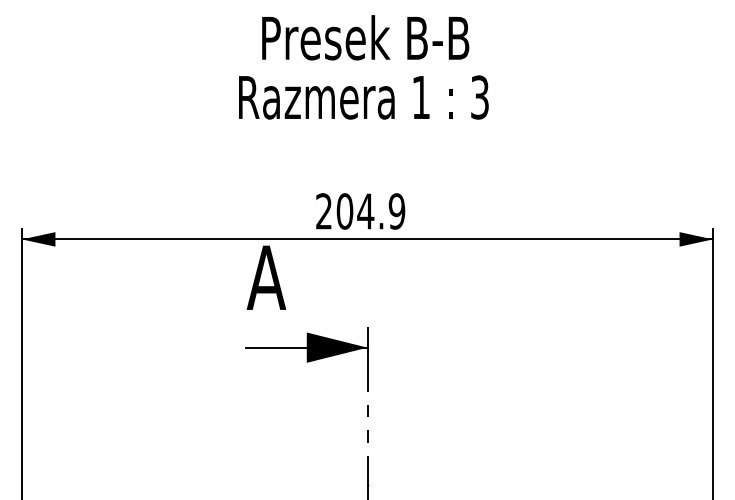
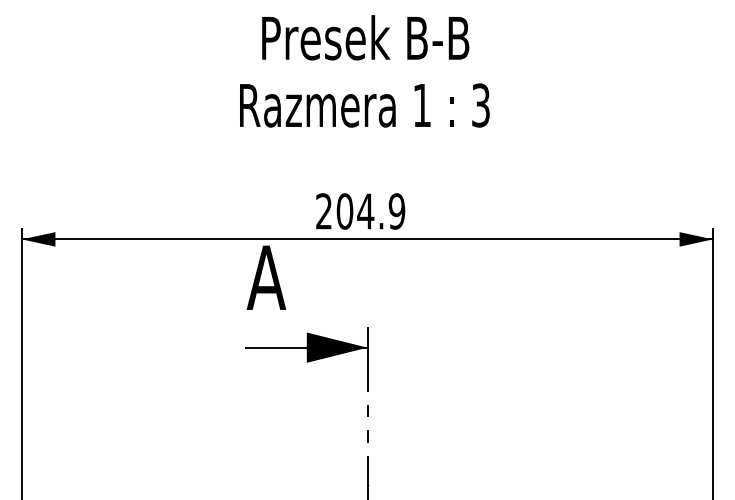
text at (363, 97) position: (363, 97) -> (364, 105)
